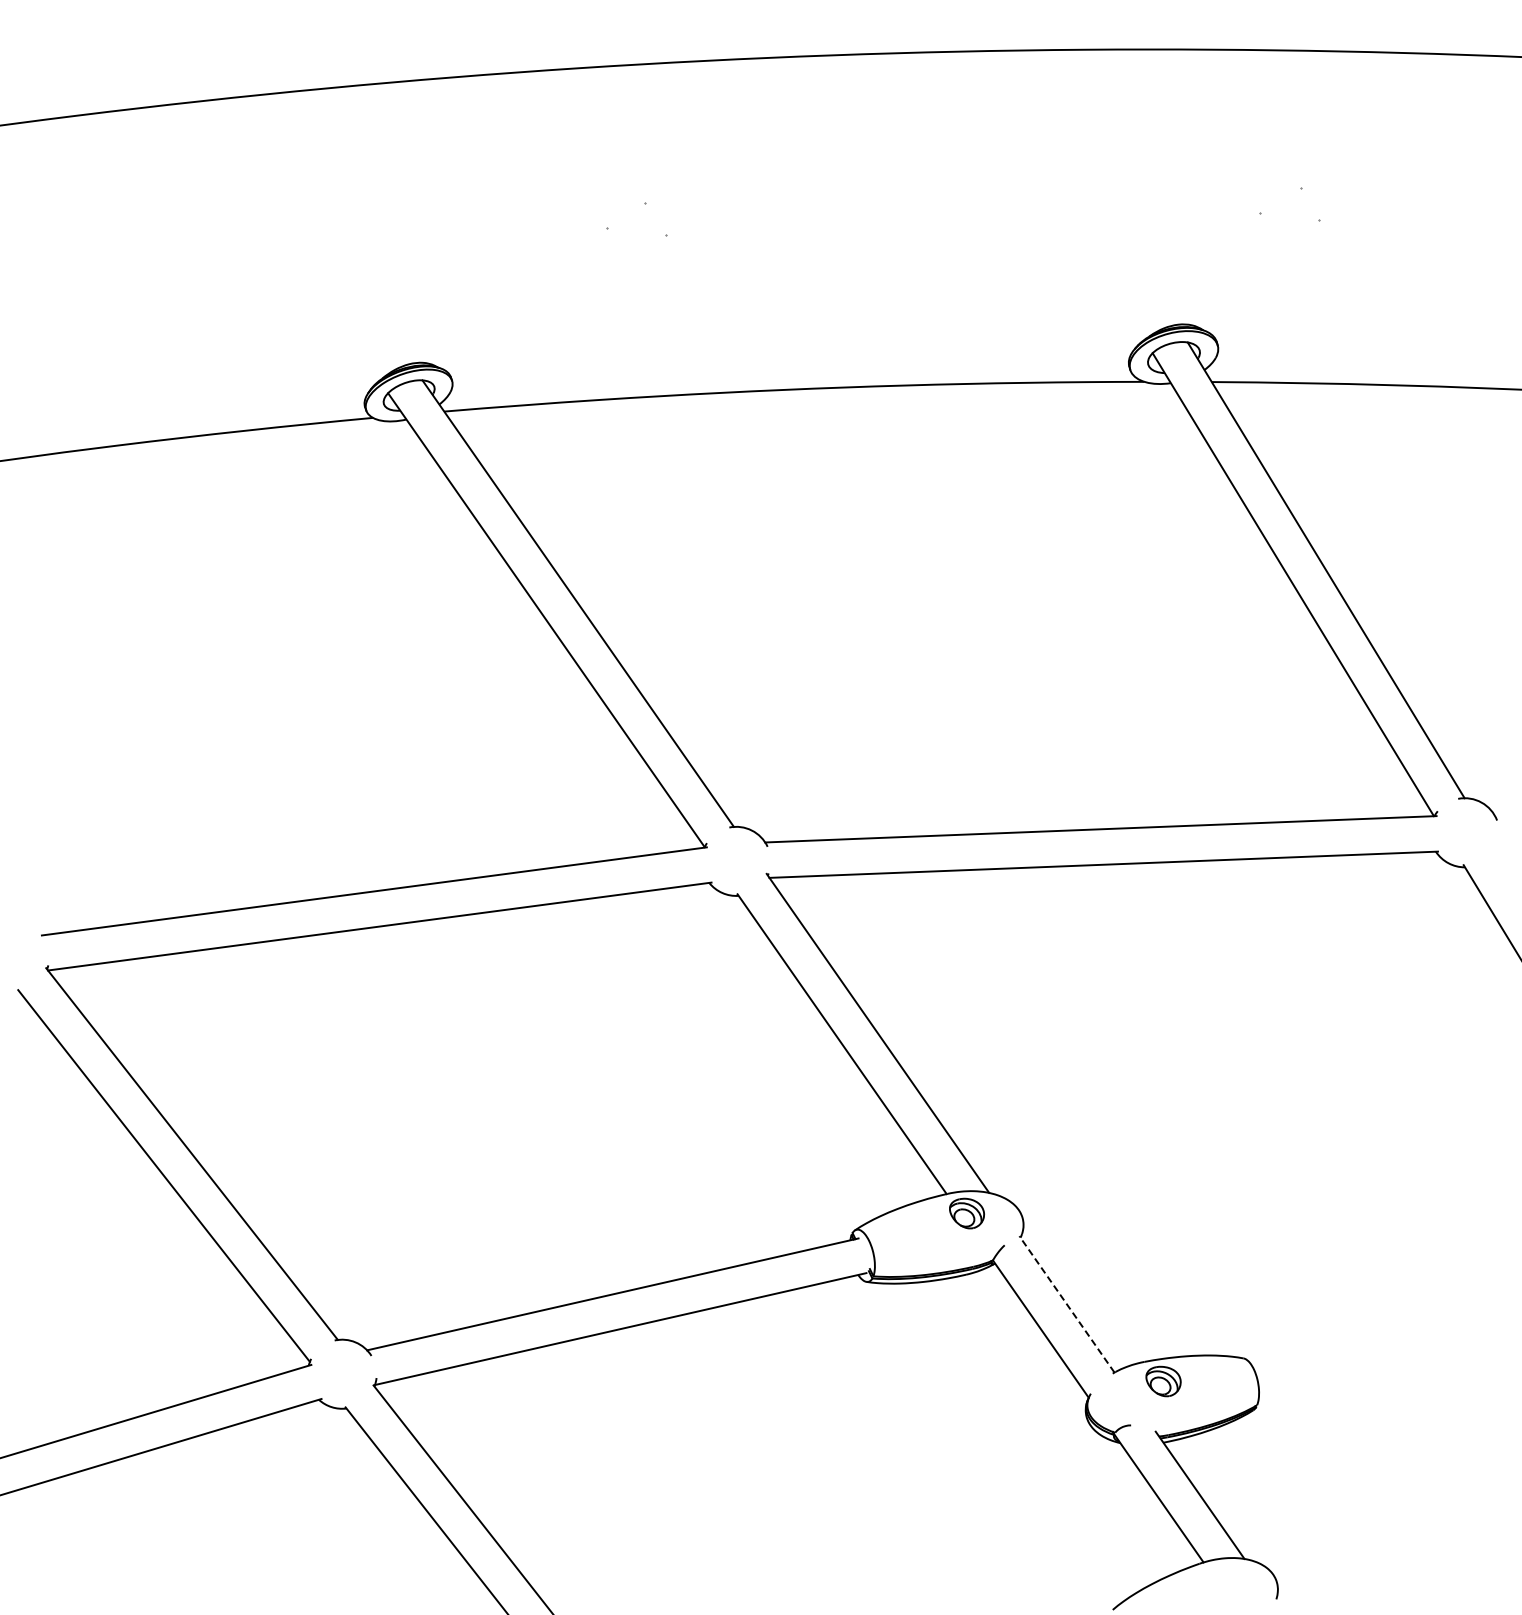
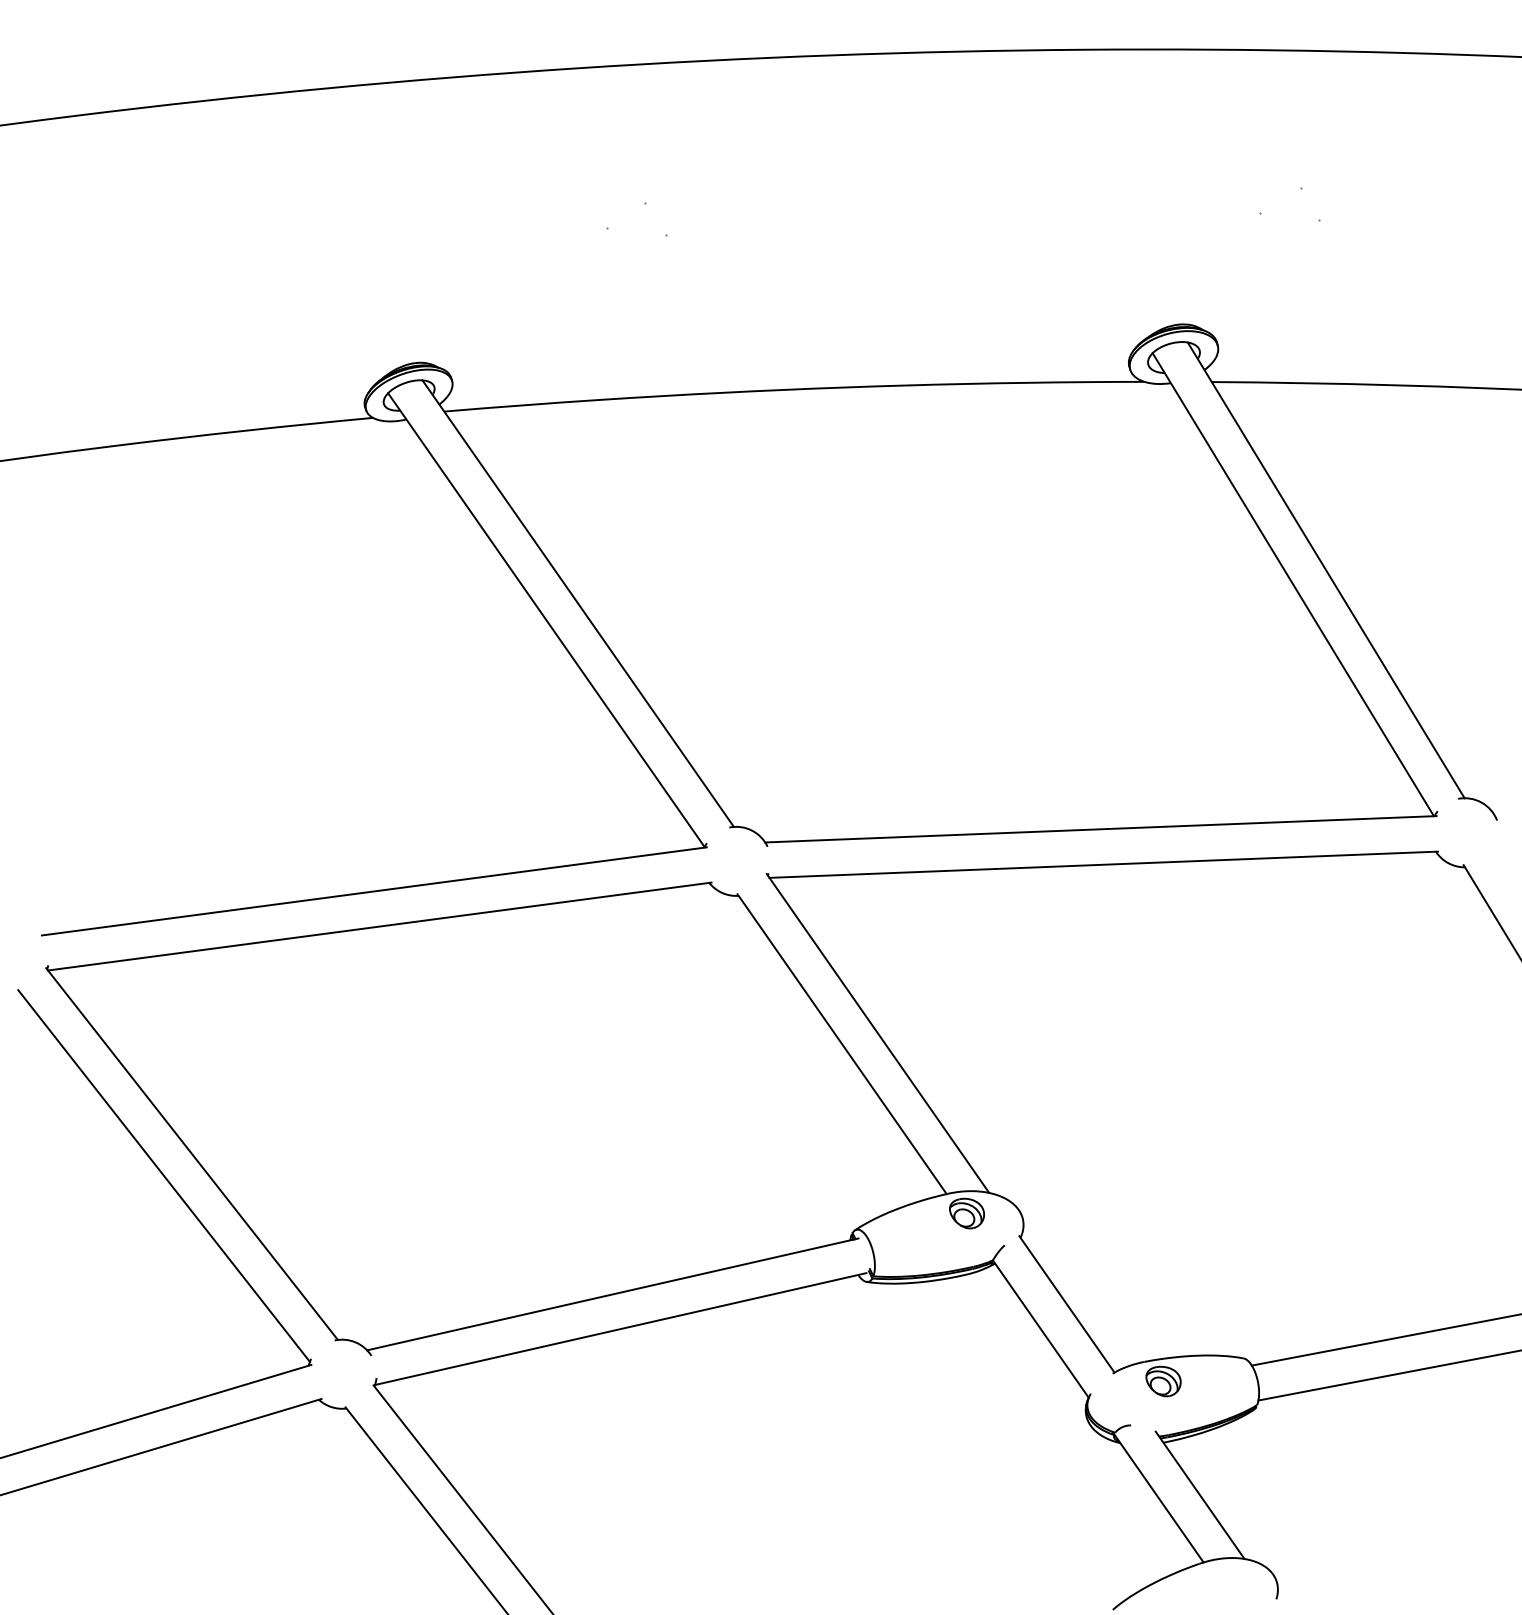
line at (1066, 1303): dashed -> solid
line at (1384, 1339): none -> present
line at (1388, 1375): none -> present
